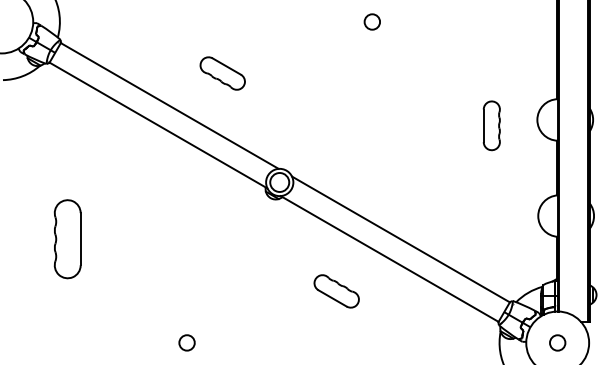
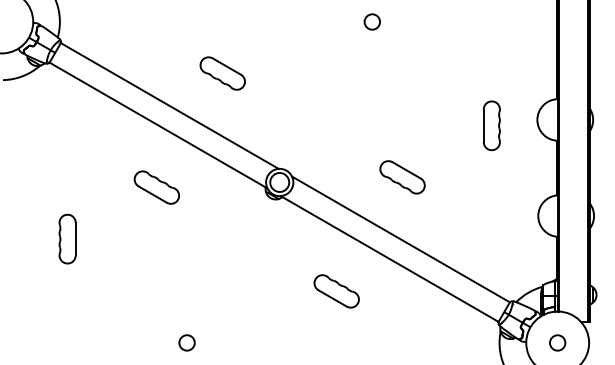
part at (402, 177): none -> present
part at (156, 187): none -> present
part at (67, 239) size: 29x81 px -> 19x52 px
